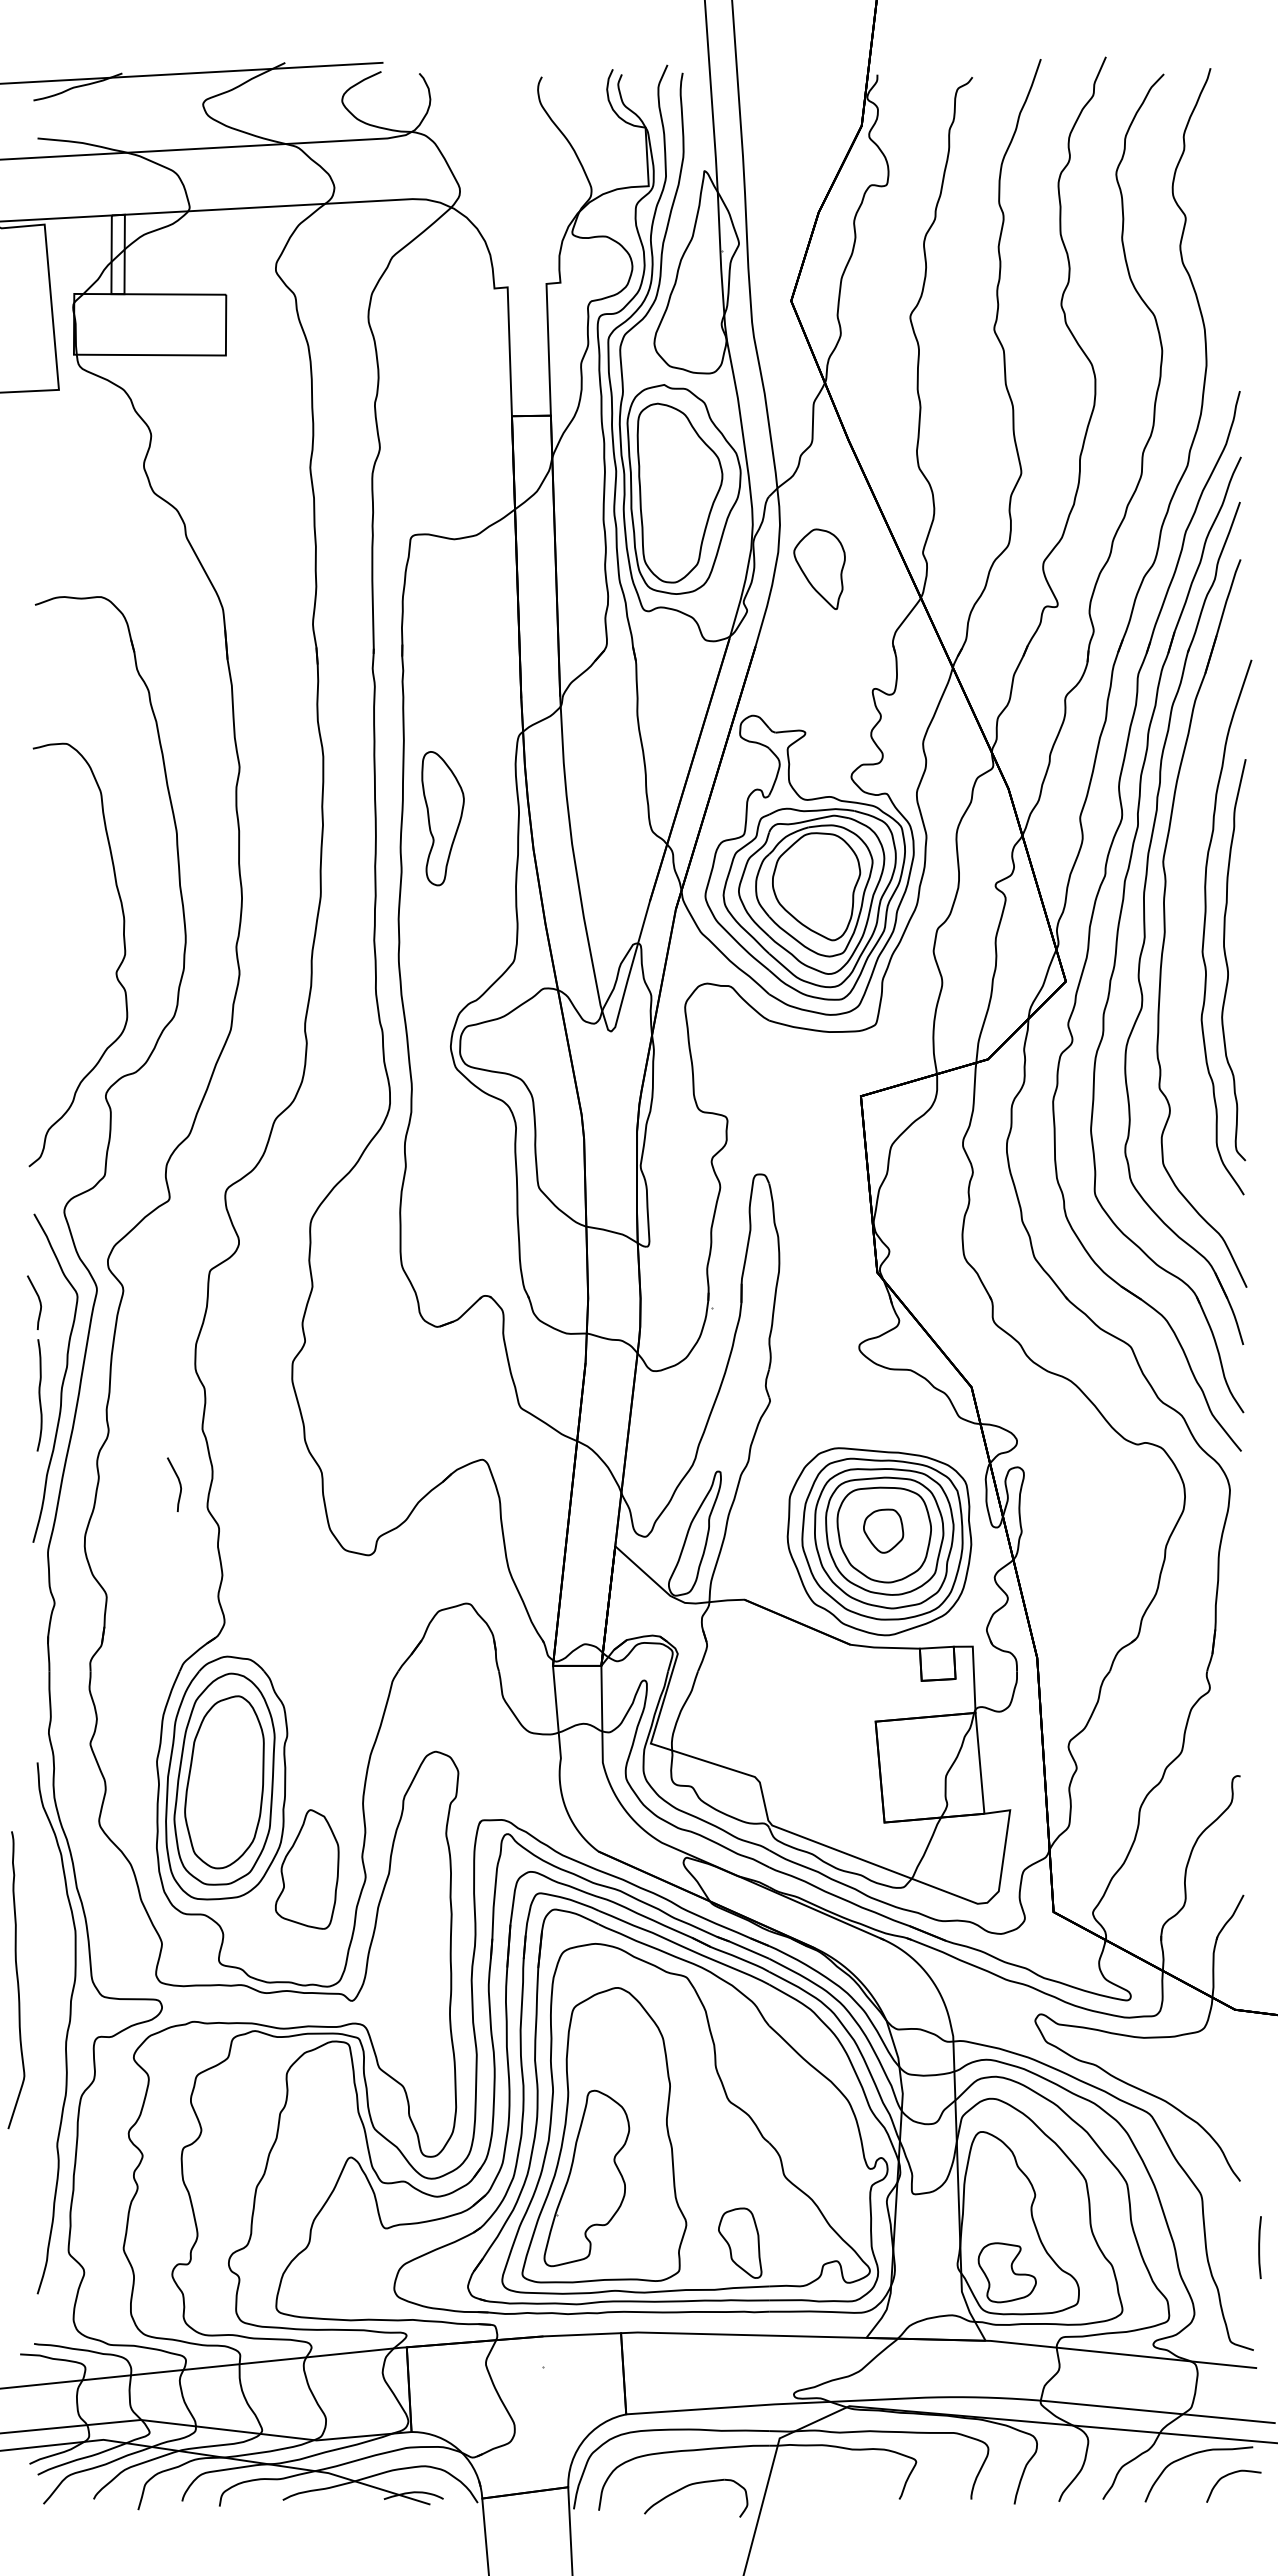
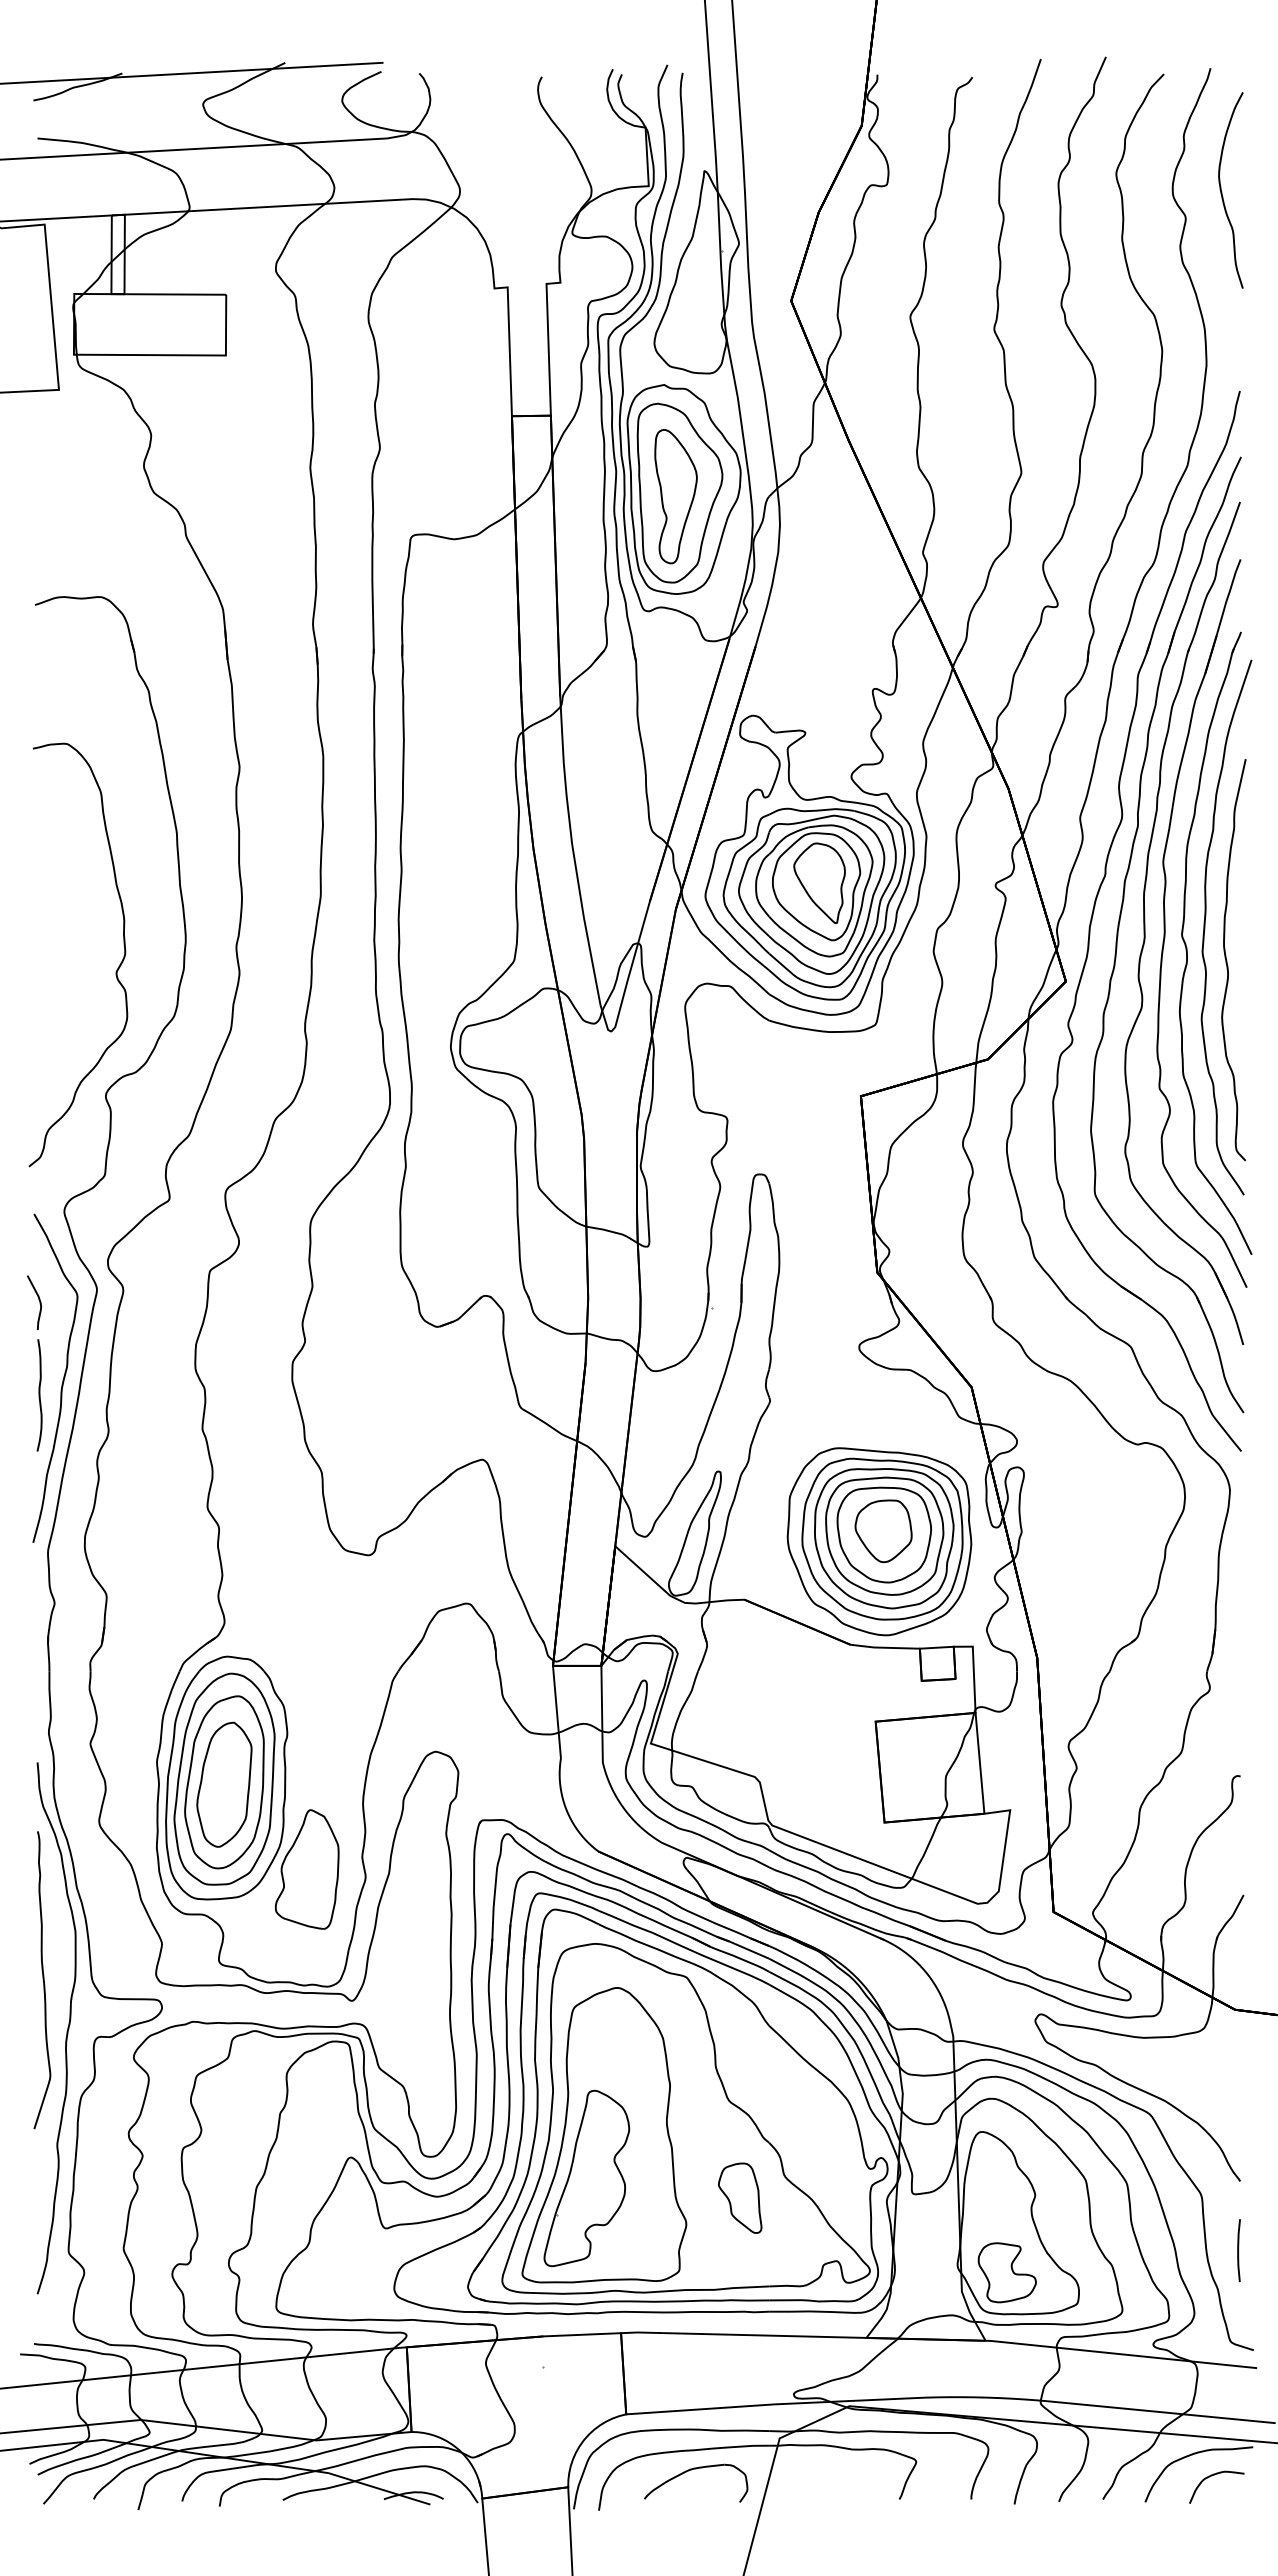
curve at (1222, 192): none -> present
part at (819, 568) position: (819, 568) -> (819, 882)
part at (442, 818) position: (442, 818) -> (675, 496)
part at (1187, 947): none -> present
curve at (178, 1482): present -> none
part at (883, 1530) size: 42x46 px -> 59x64 px
part at (224, 1784): none -> present
curve at (16, 1980) position: (16, 1980) -> (42, 1980)
part at (740, 2242) position: (740, 2242) -> (740, 2197)
line at (1259, 2247) position: (1259, 2247) -> (1238, 2250)
curve at (1229, 2475) position: (1229, 2475) -> (1212, 2476)
part at (696, 2484) position: (696, 2484) -> (696, 2469)
